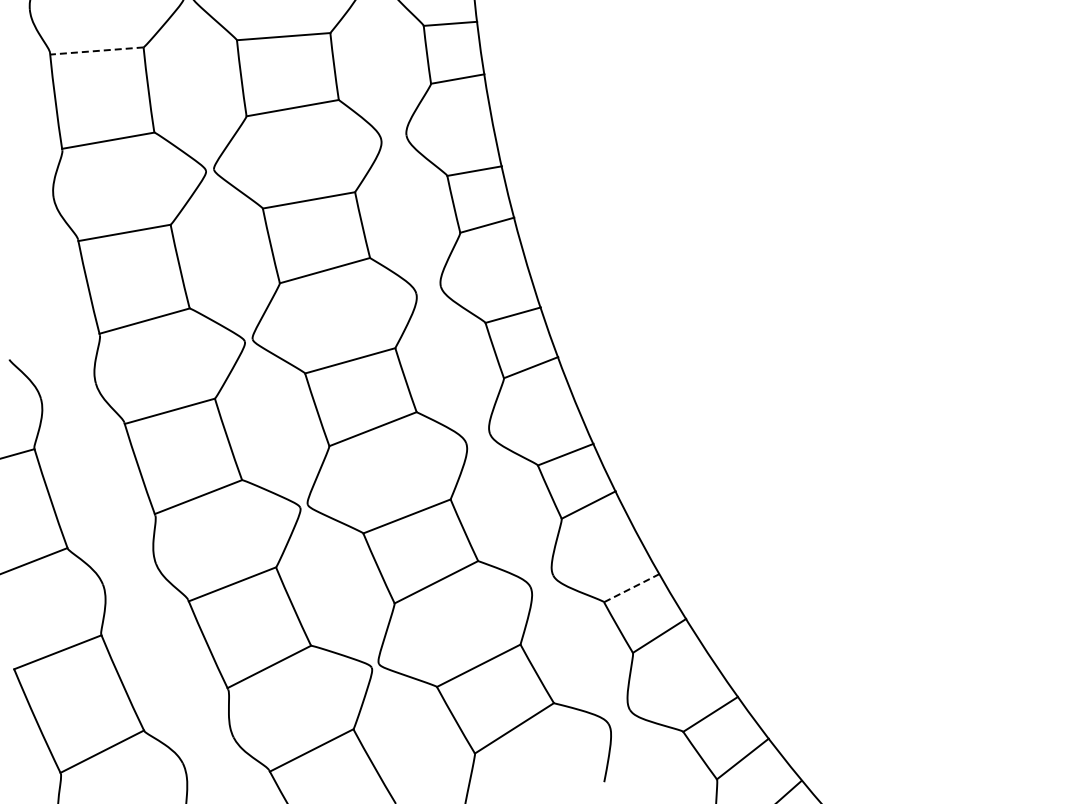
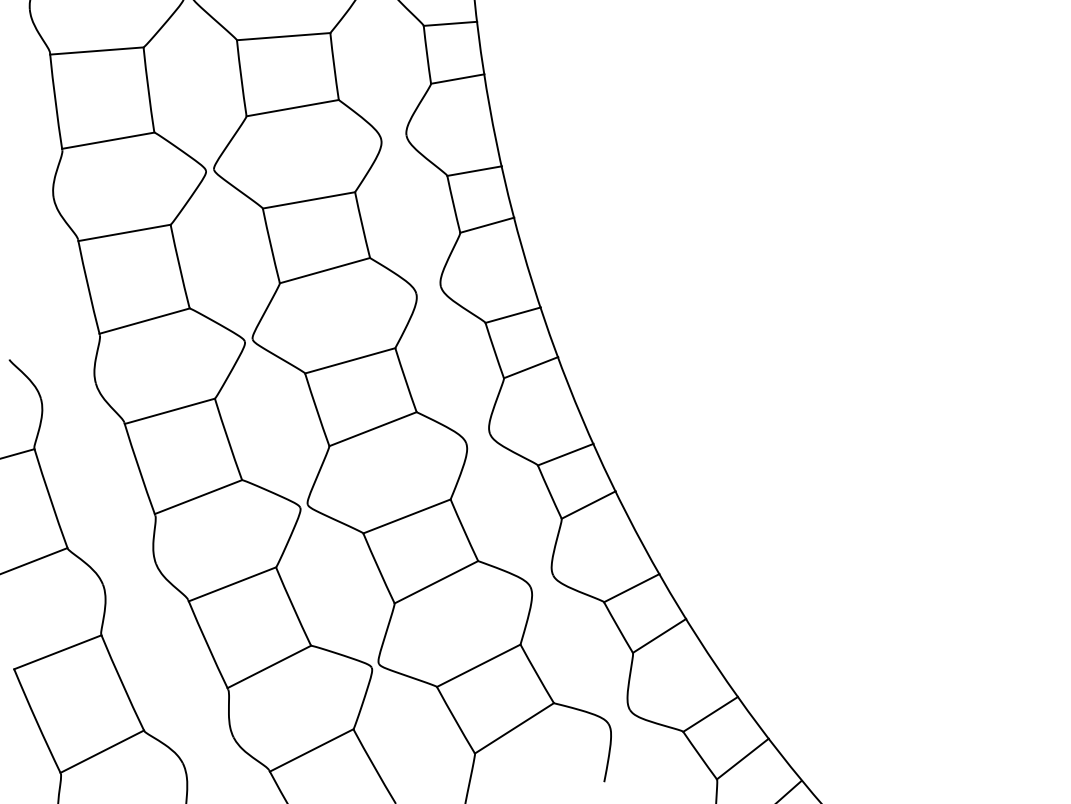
line at (96, 51): dashed -> solid
line at (631, 588): dashed -> solid
